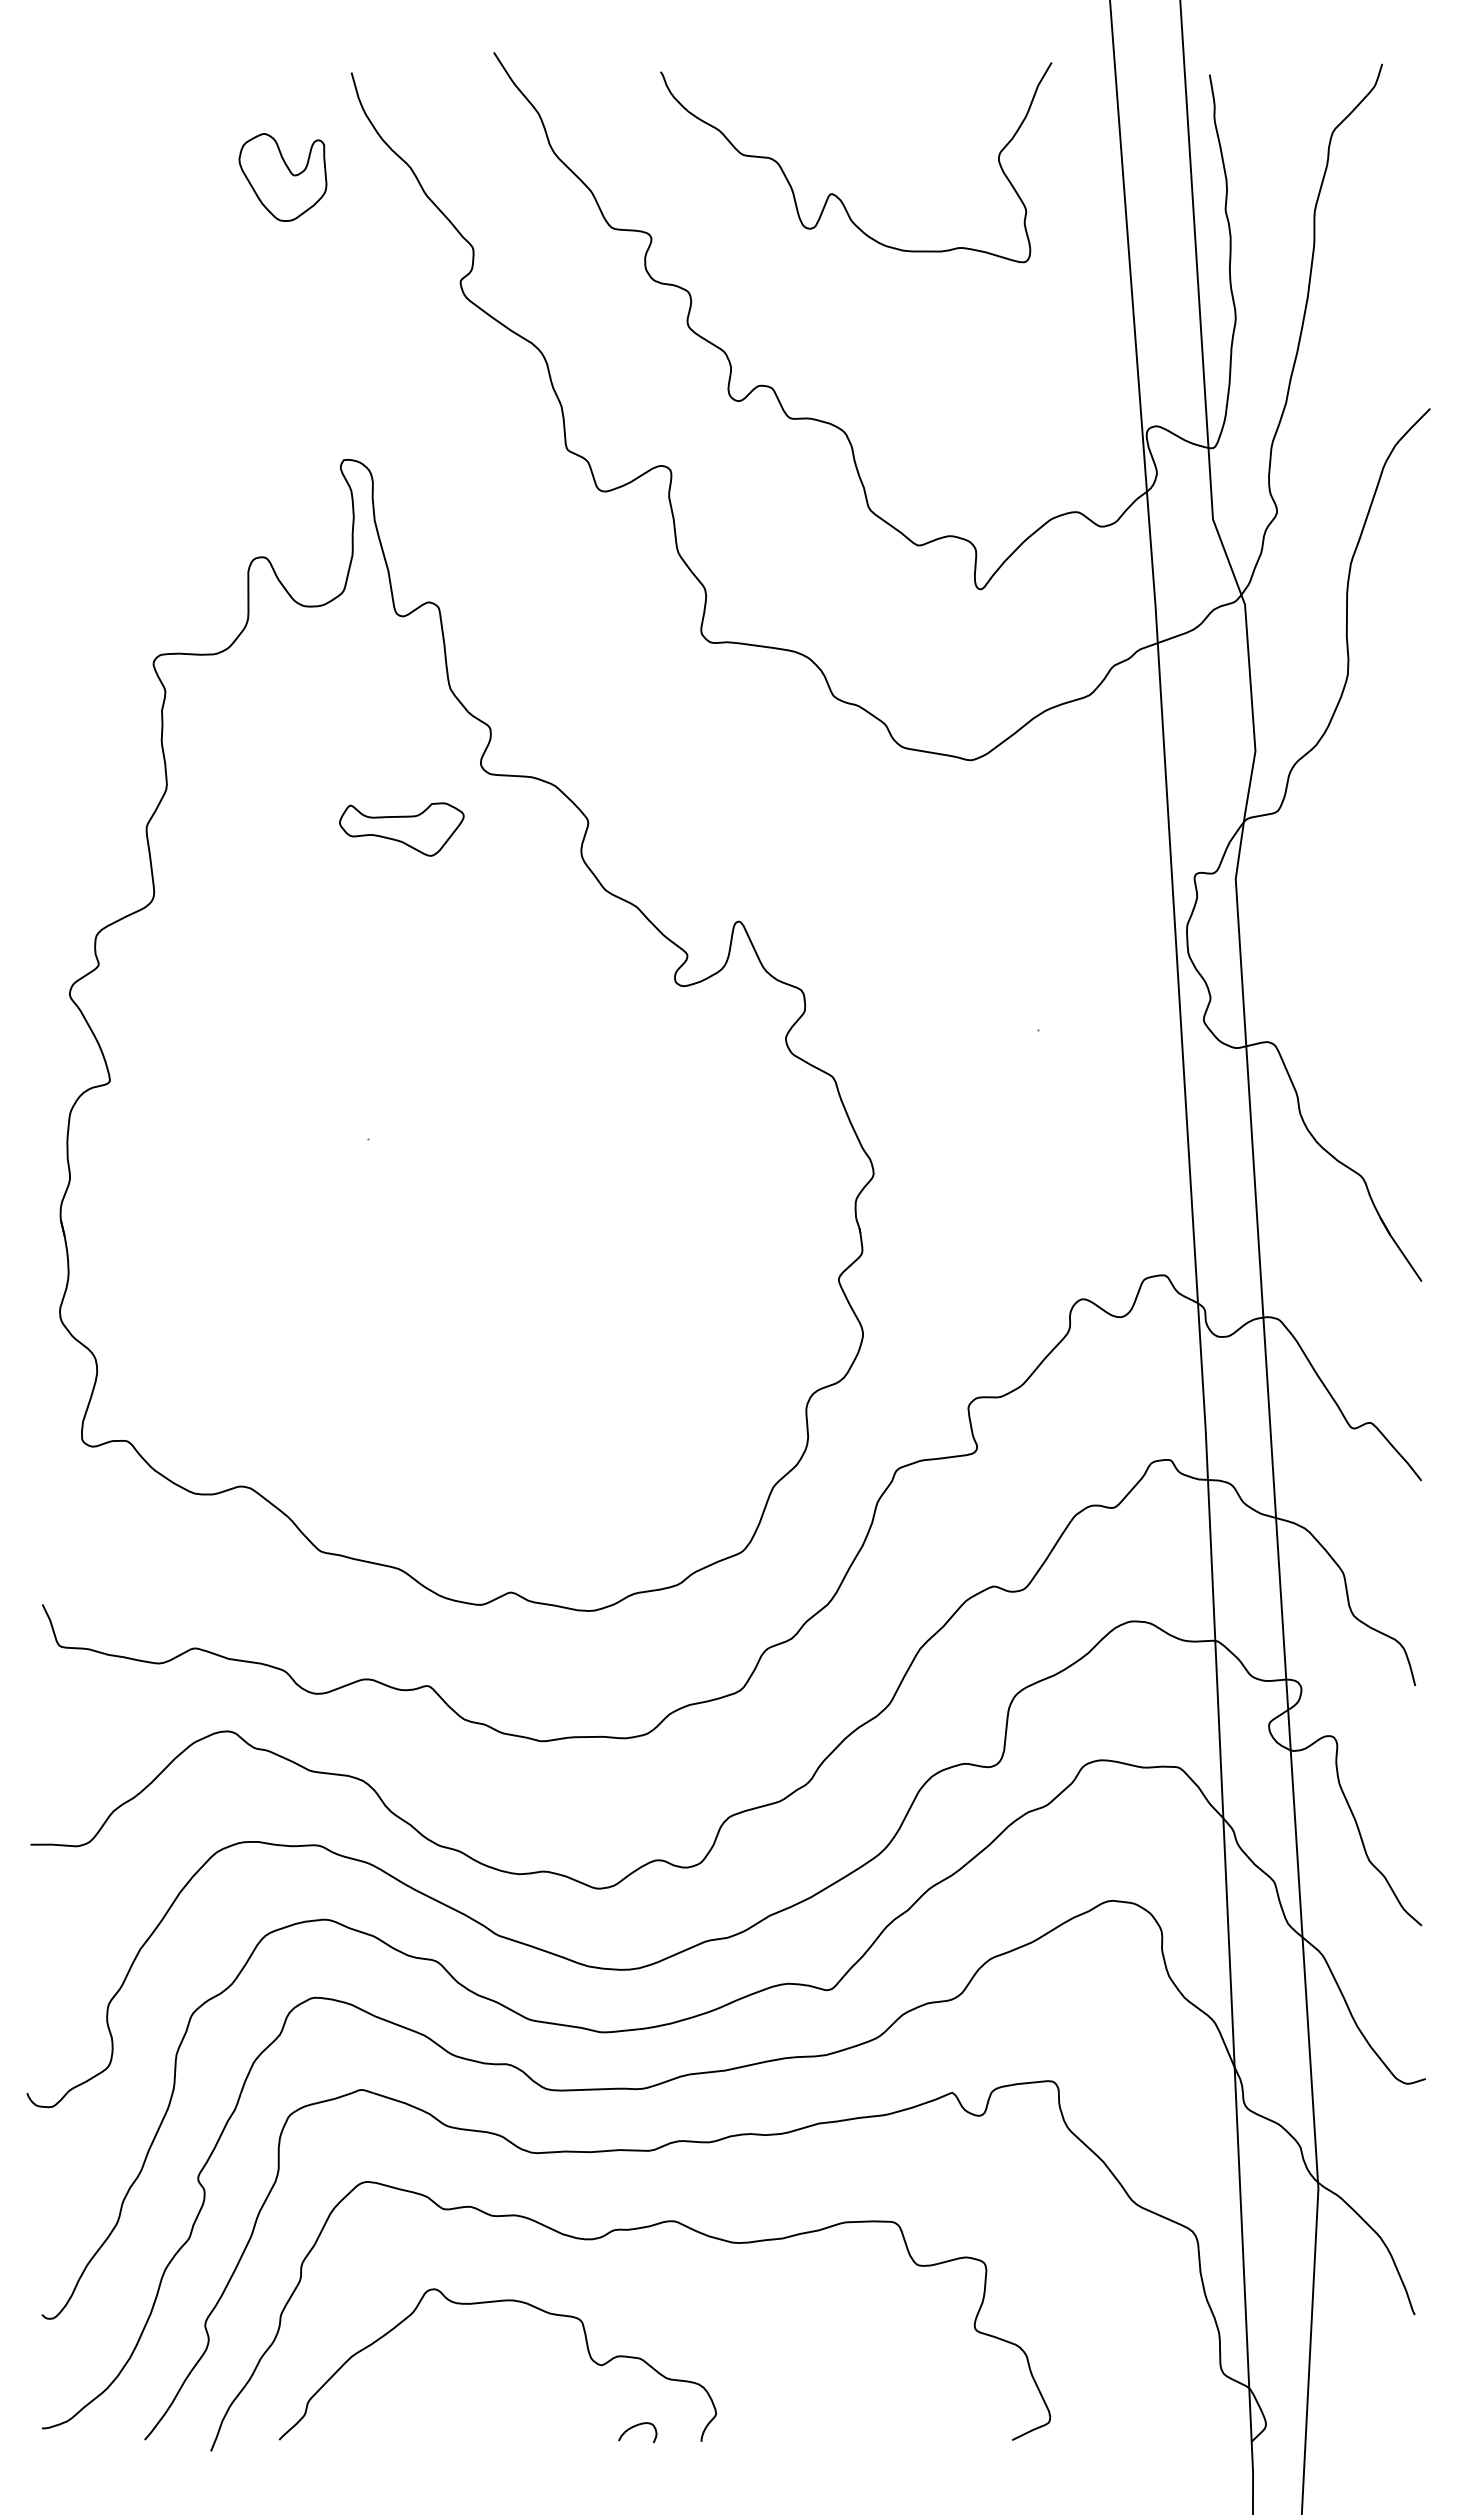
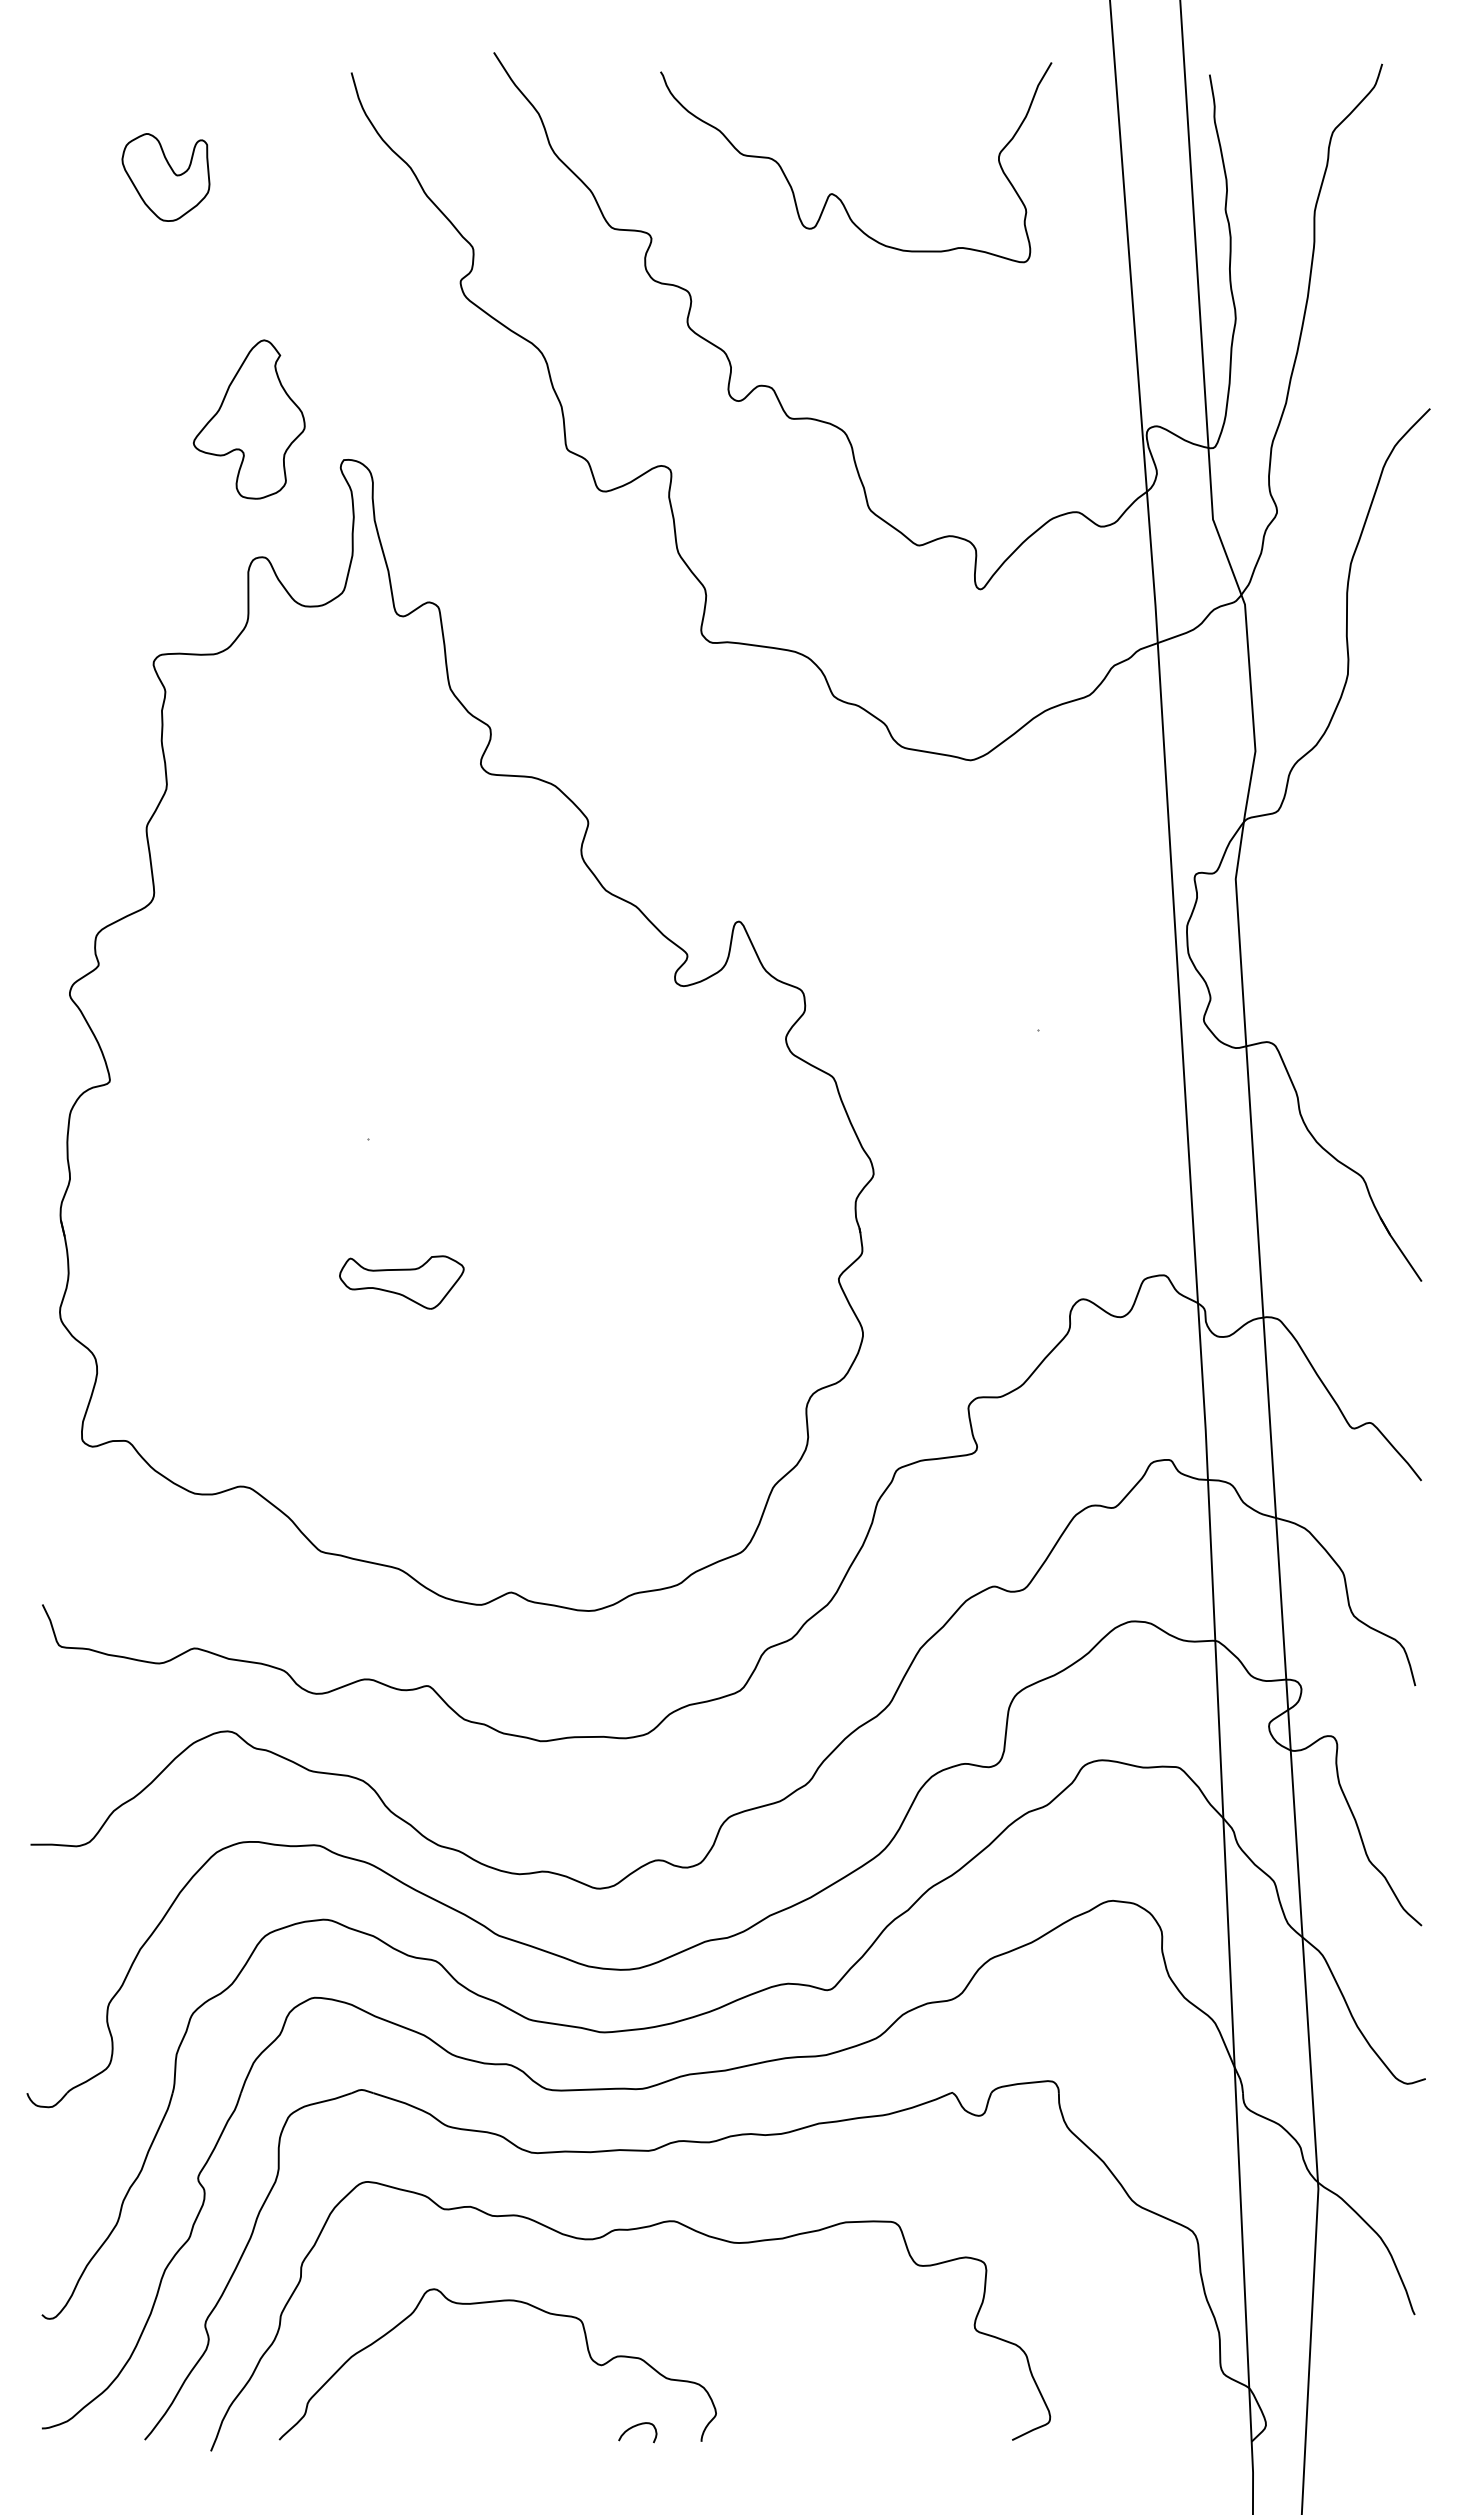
part at (282, 177) position: (282, 177) -> (165, 177)
part at (248, 419): none -> present
part at (401, 829) position: (401, 829) -> (401, 1282)
